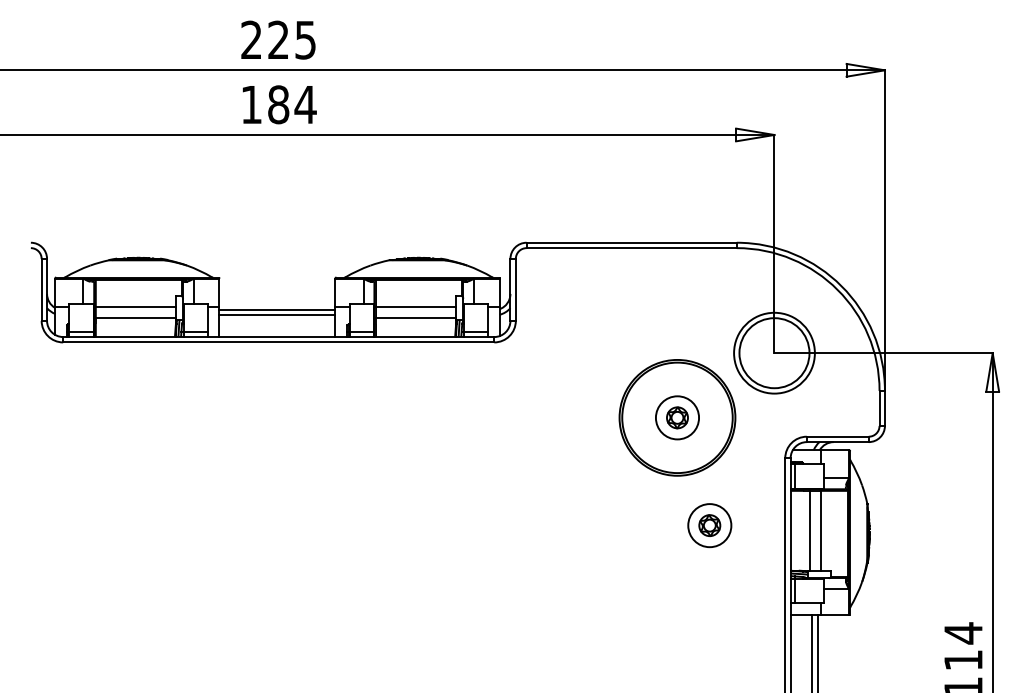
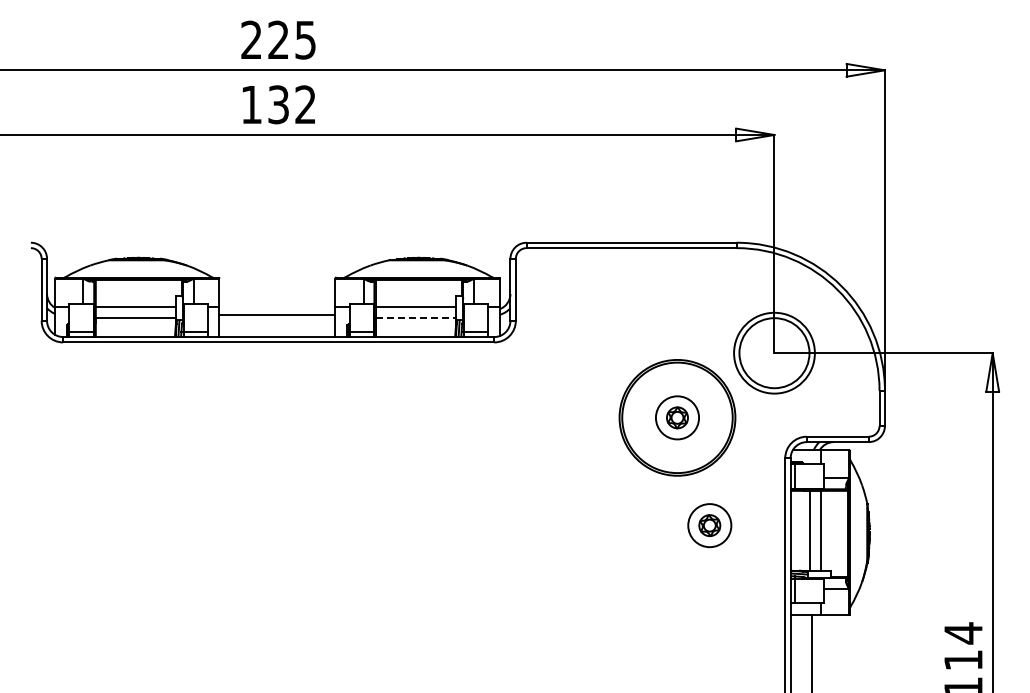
text at (292, 104): 184 -> 132
line at (277, 310): present -> none
line at (415, 317): solid -> dashed
line at (817, 651): present -> none
